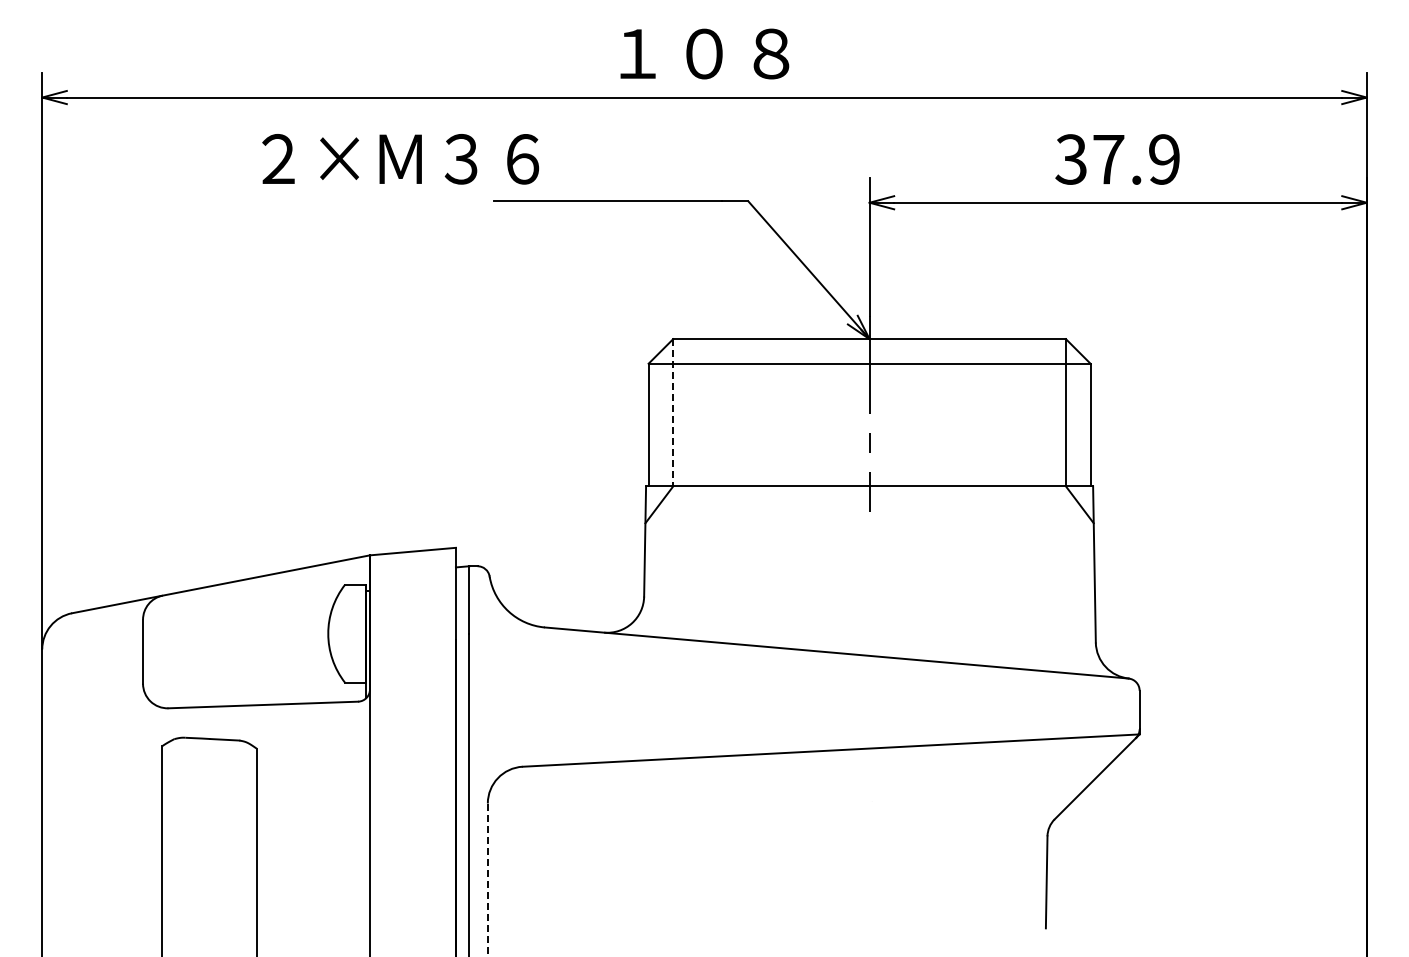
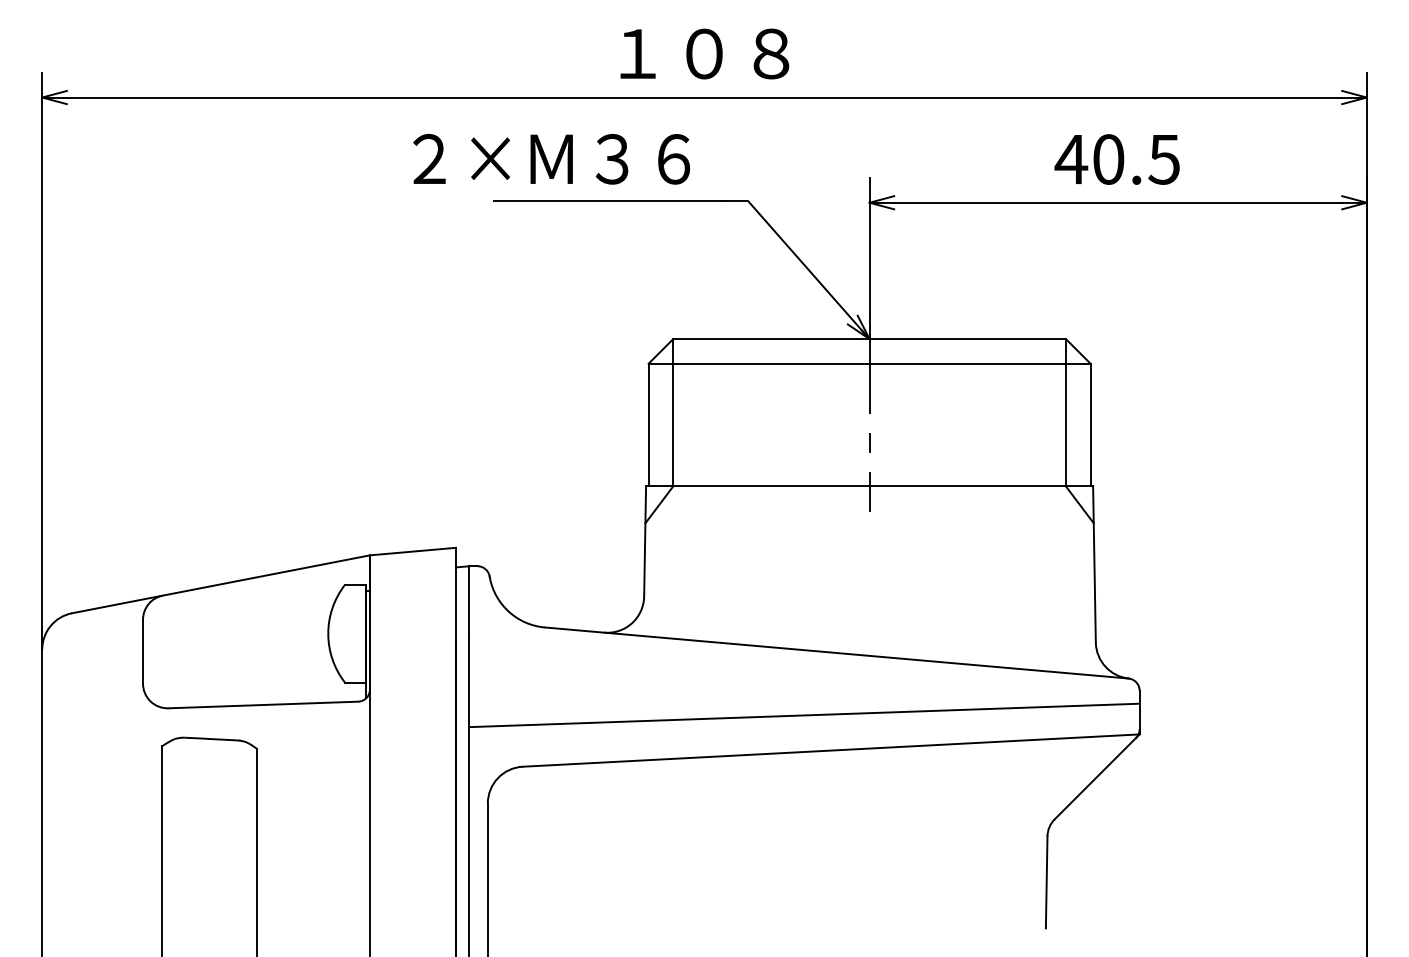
text at (400, 159) position: (400, 159) -> (551, 159)
text at (1116, 159): 37.9 -> 40.5
line at (673, 412): dashed -> solid
line at (804, 715): none -> present
line at (487, 880): dashed -> solid
